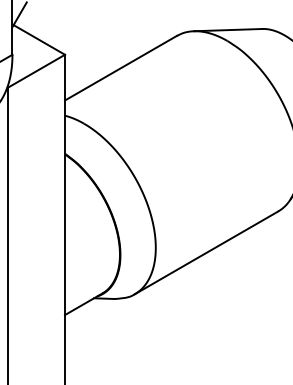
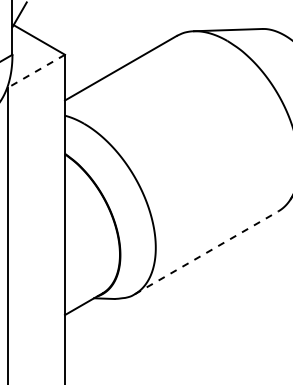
line at (35, 71): solid -> dashed
line at (206, 252): solid -> dashed
